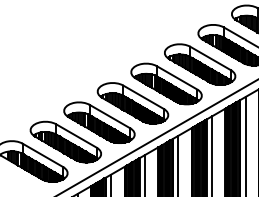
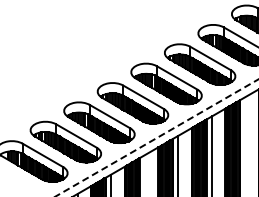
line at (156, 138): solid -> dashed
line at (245, 145): present -> none
line at (144, 174): present -> none
